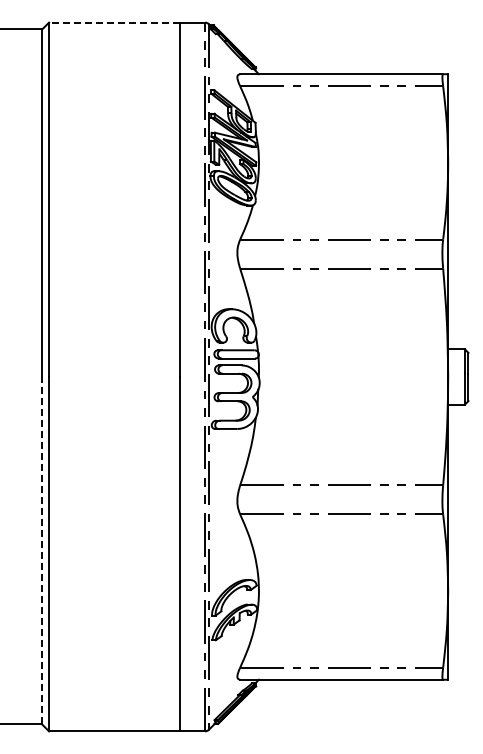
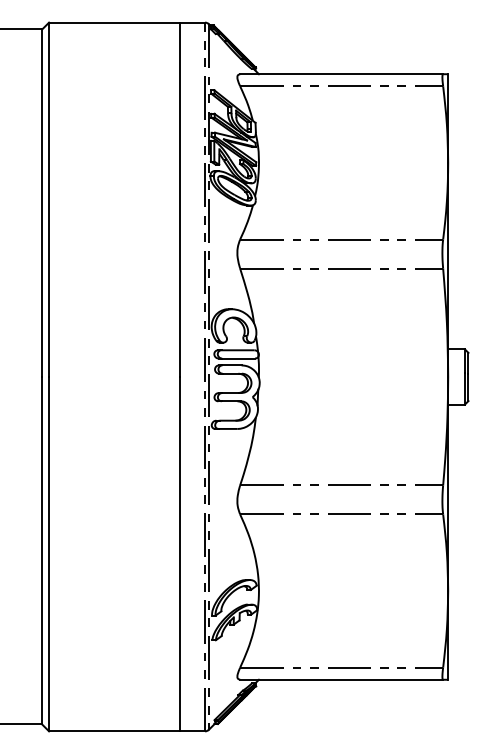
line at (113, 22): dashed -> solid
line at (42, 550): dashed -> solid
